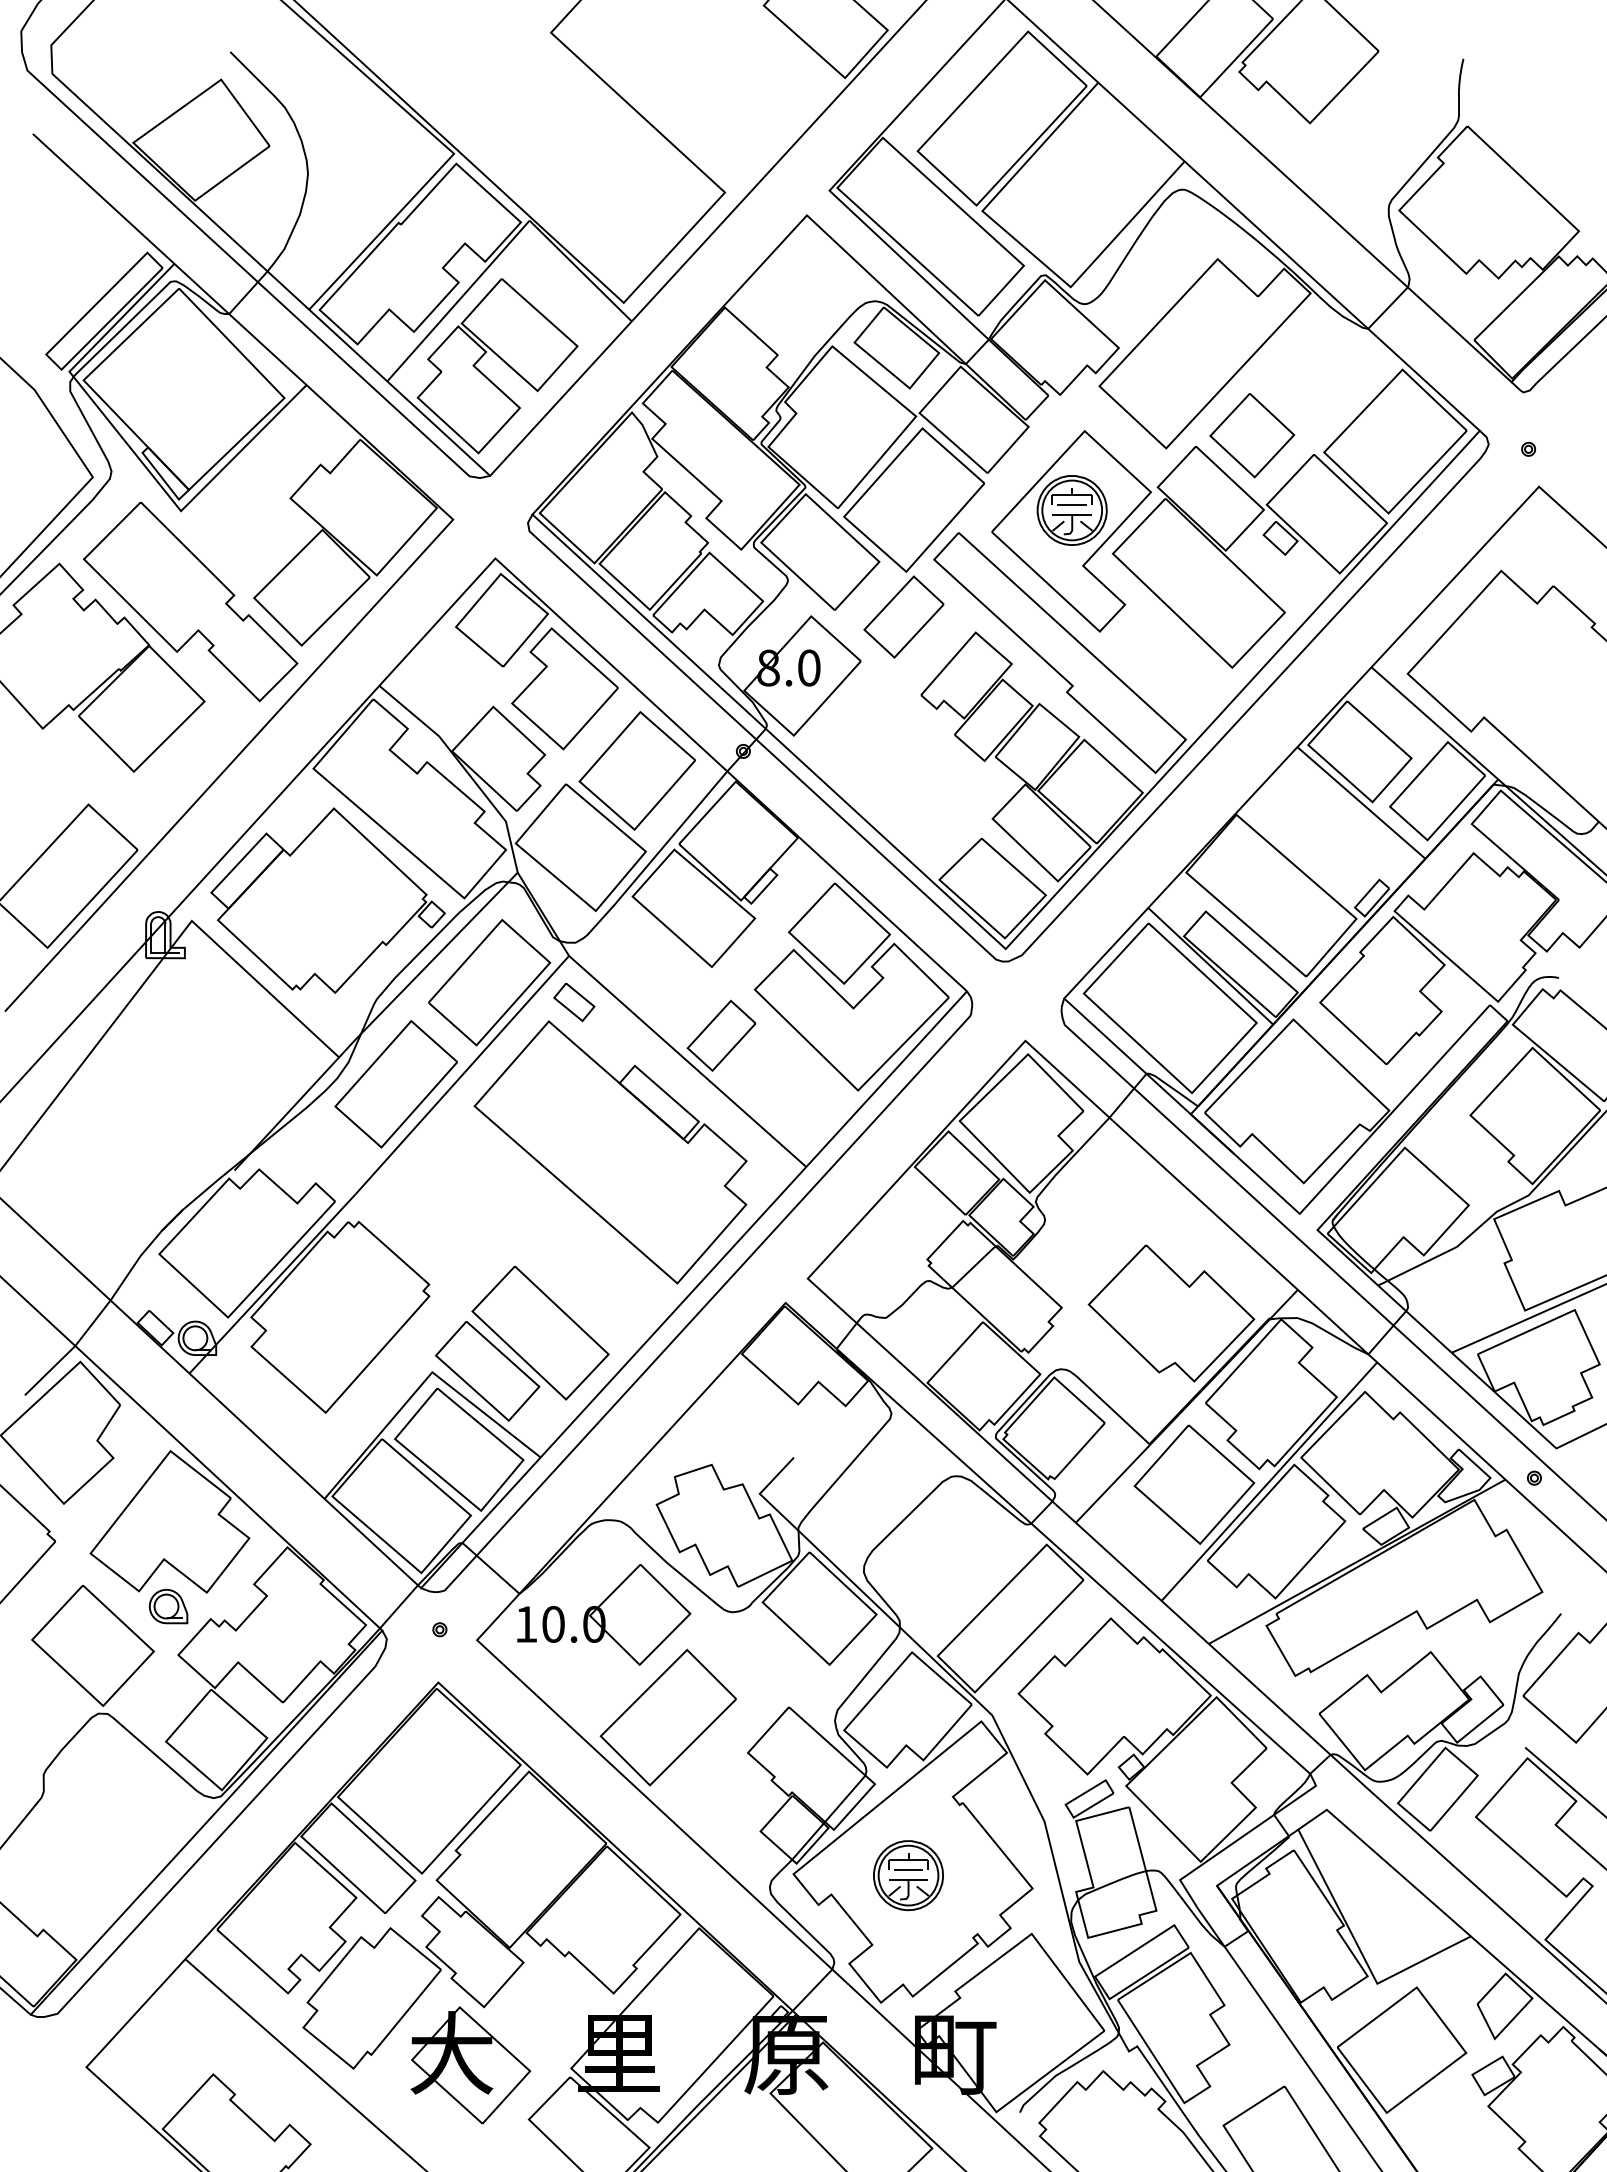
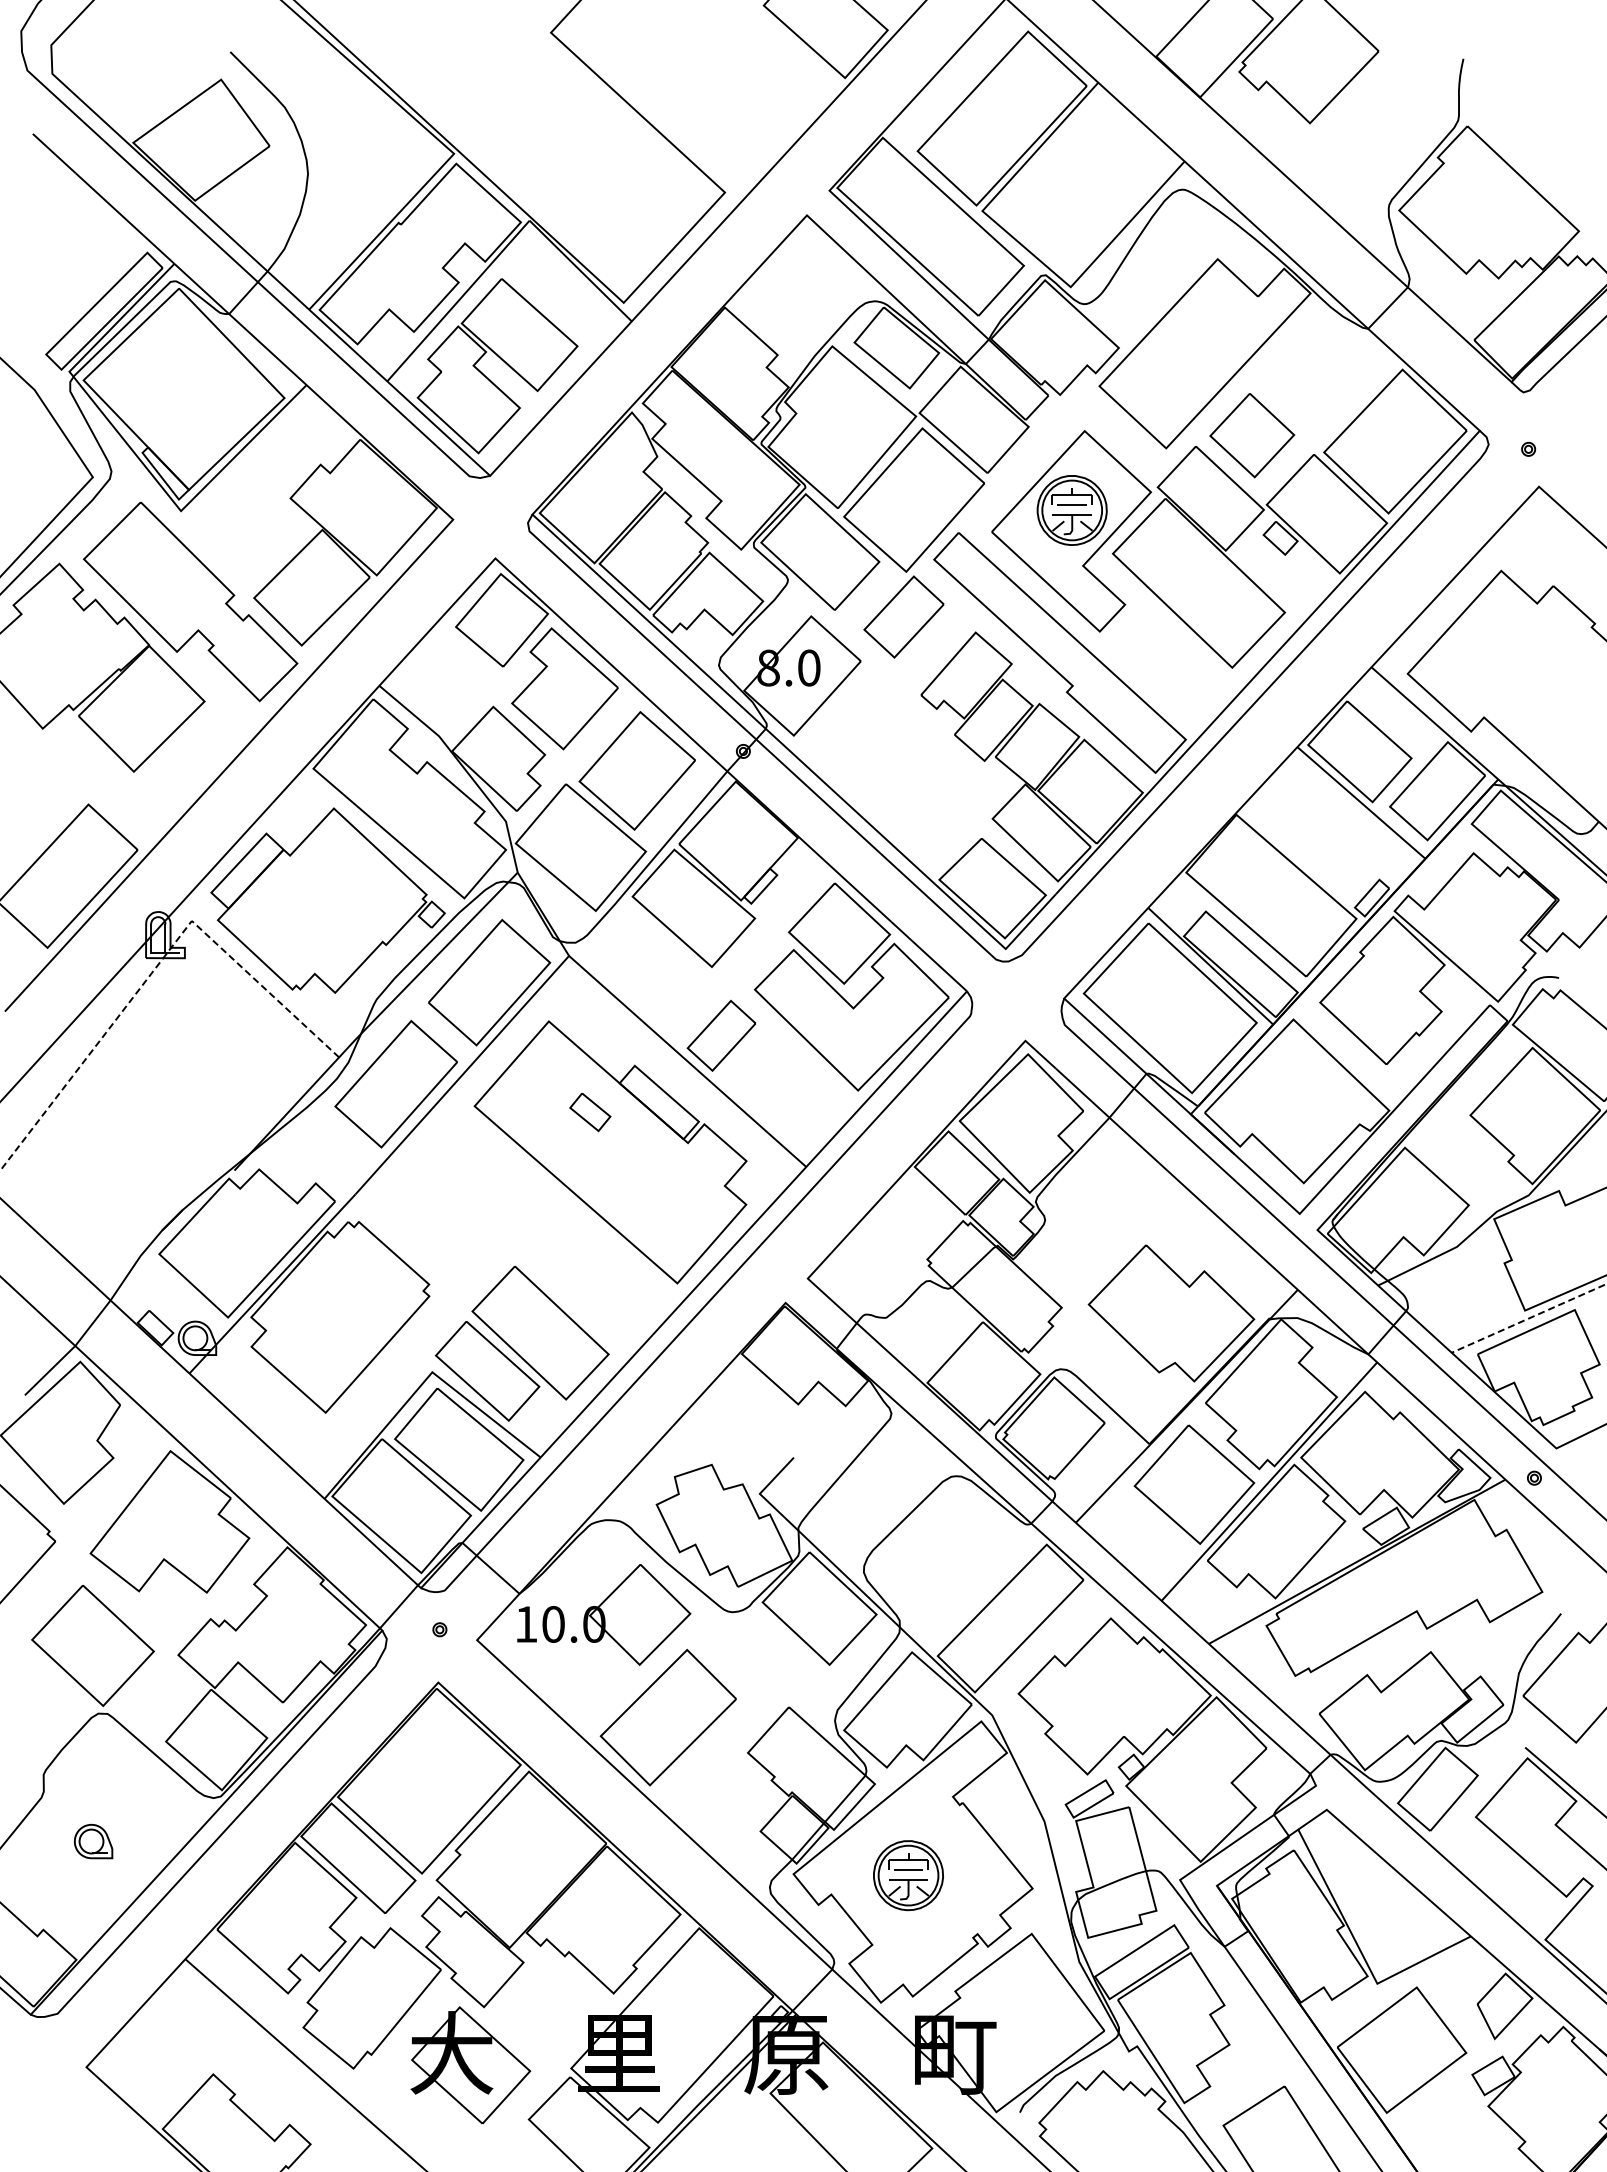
line at (157, 966): solid -> dashed
part at (574, 1002) position: (574, 1002) -> (590, 1112)
line at (1529, 1318): solid -> dashed
part at (168, 1606) position: (168, 1606) -> (93, 1841)
